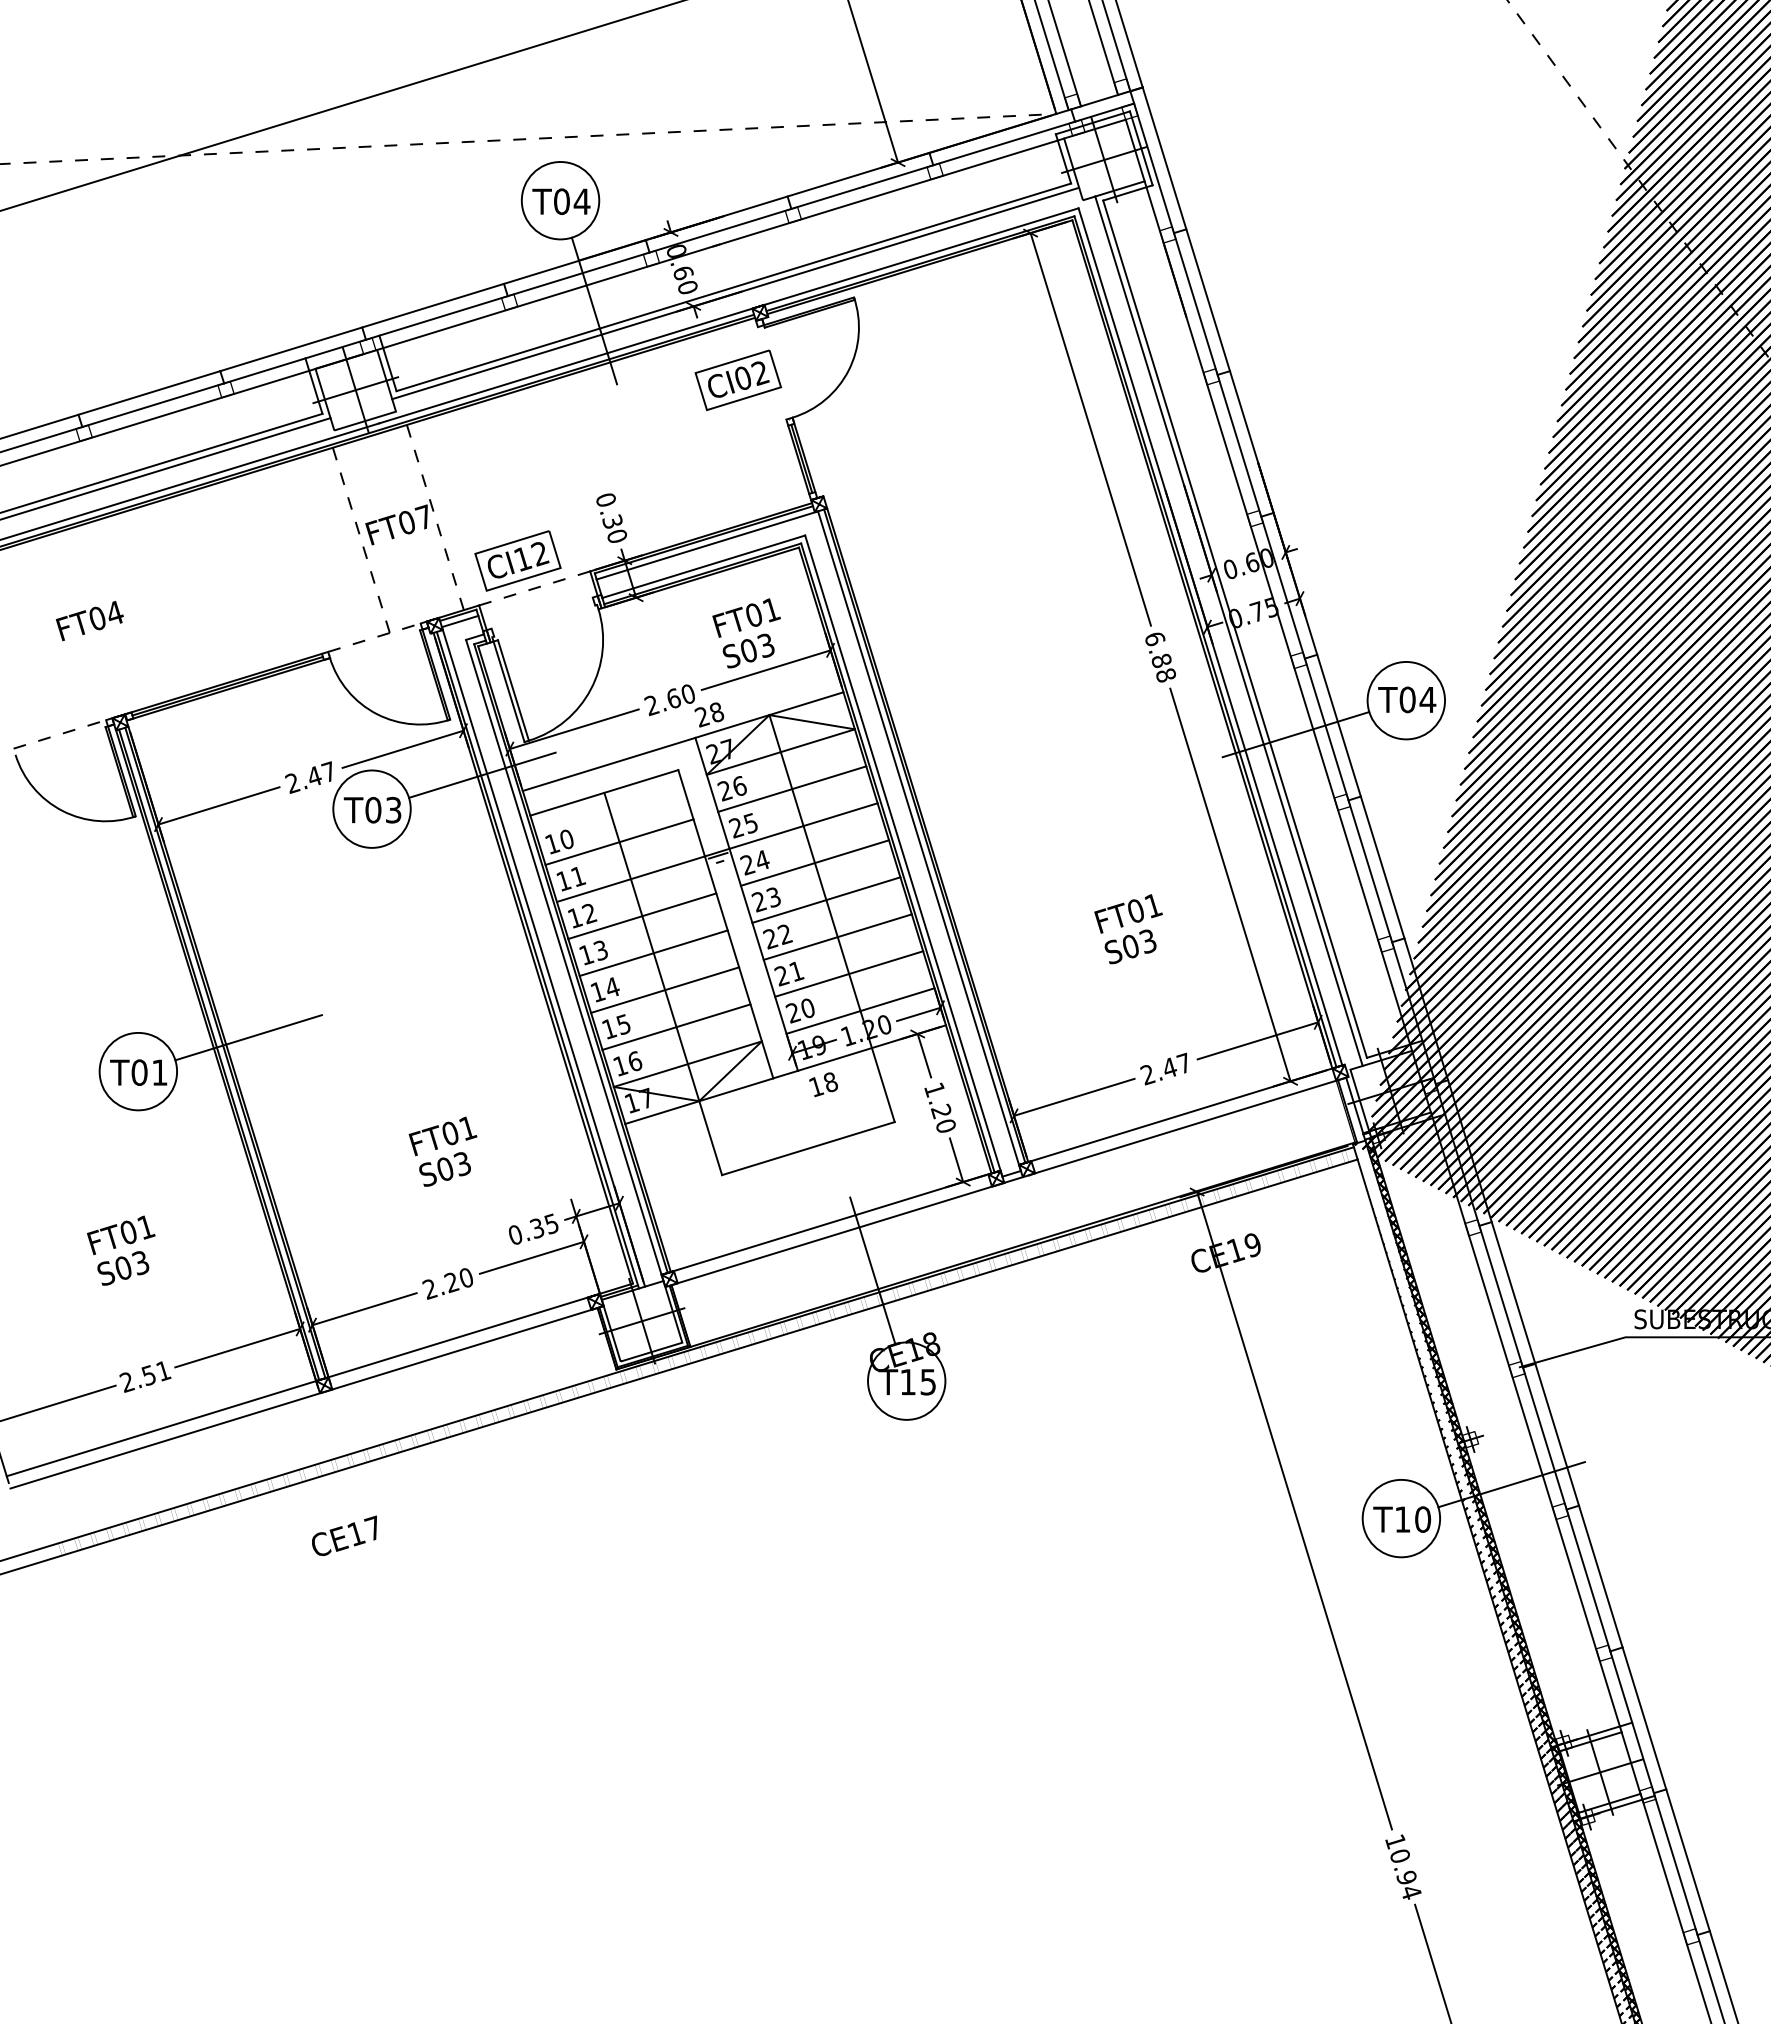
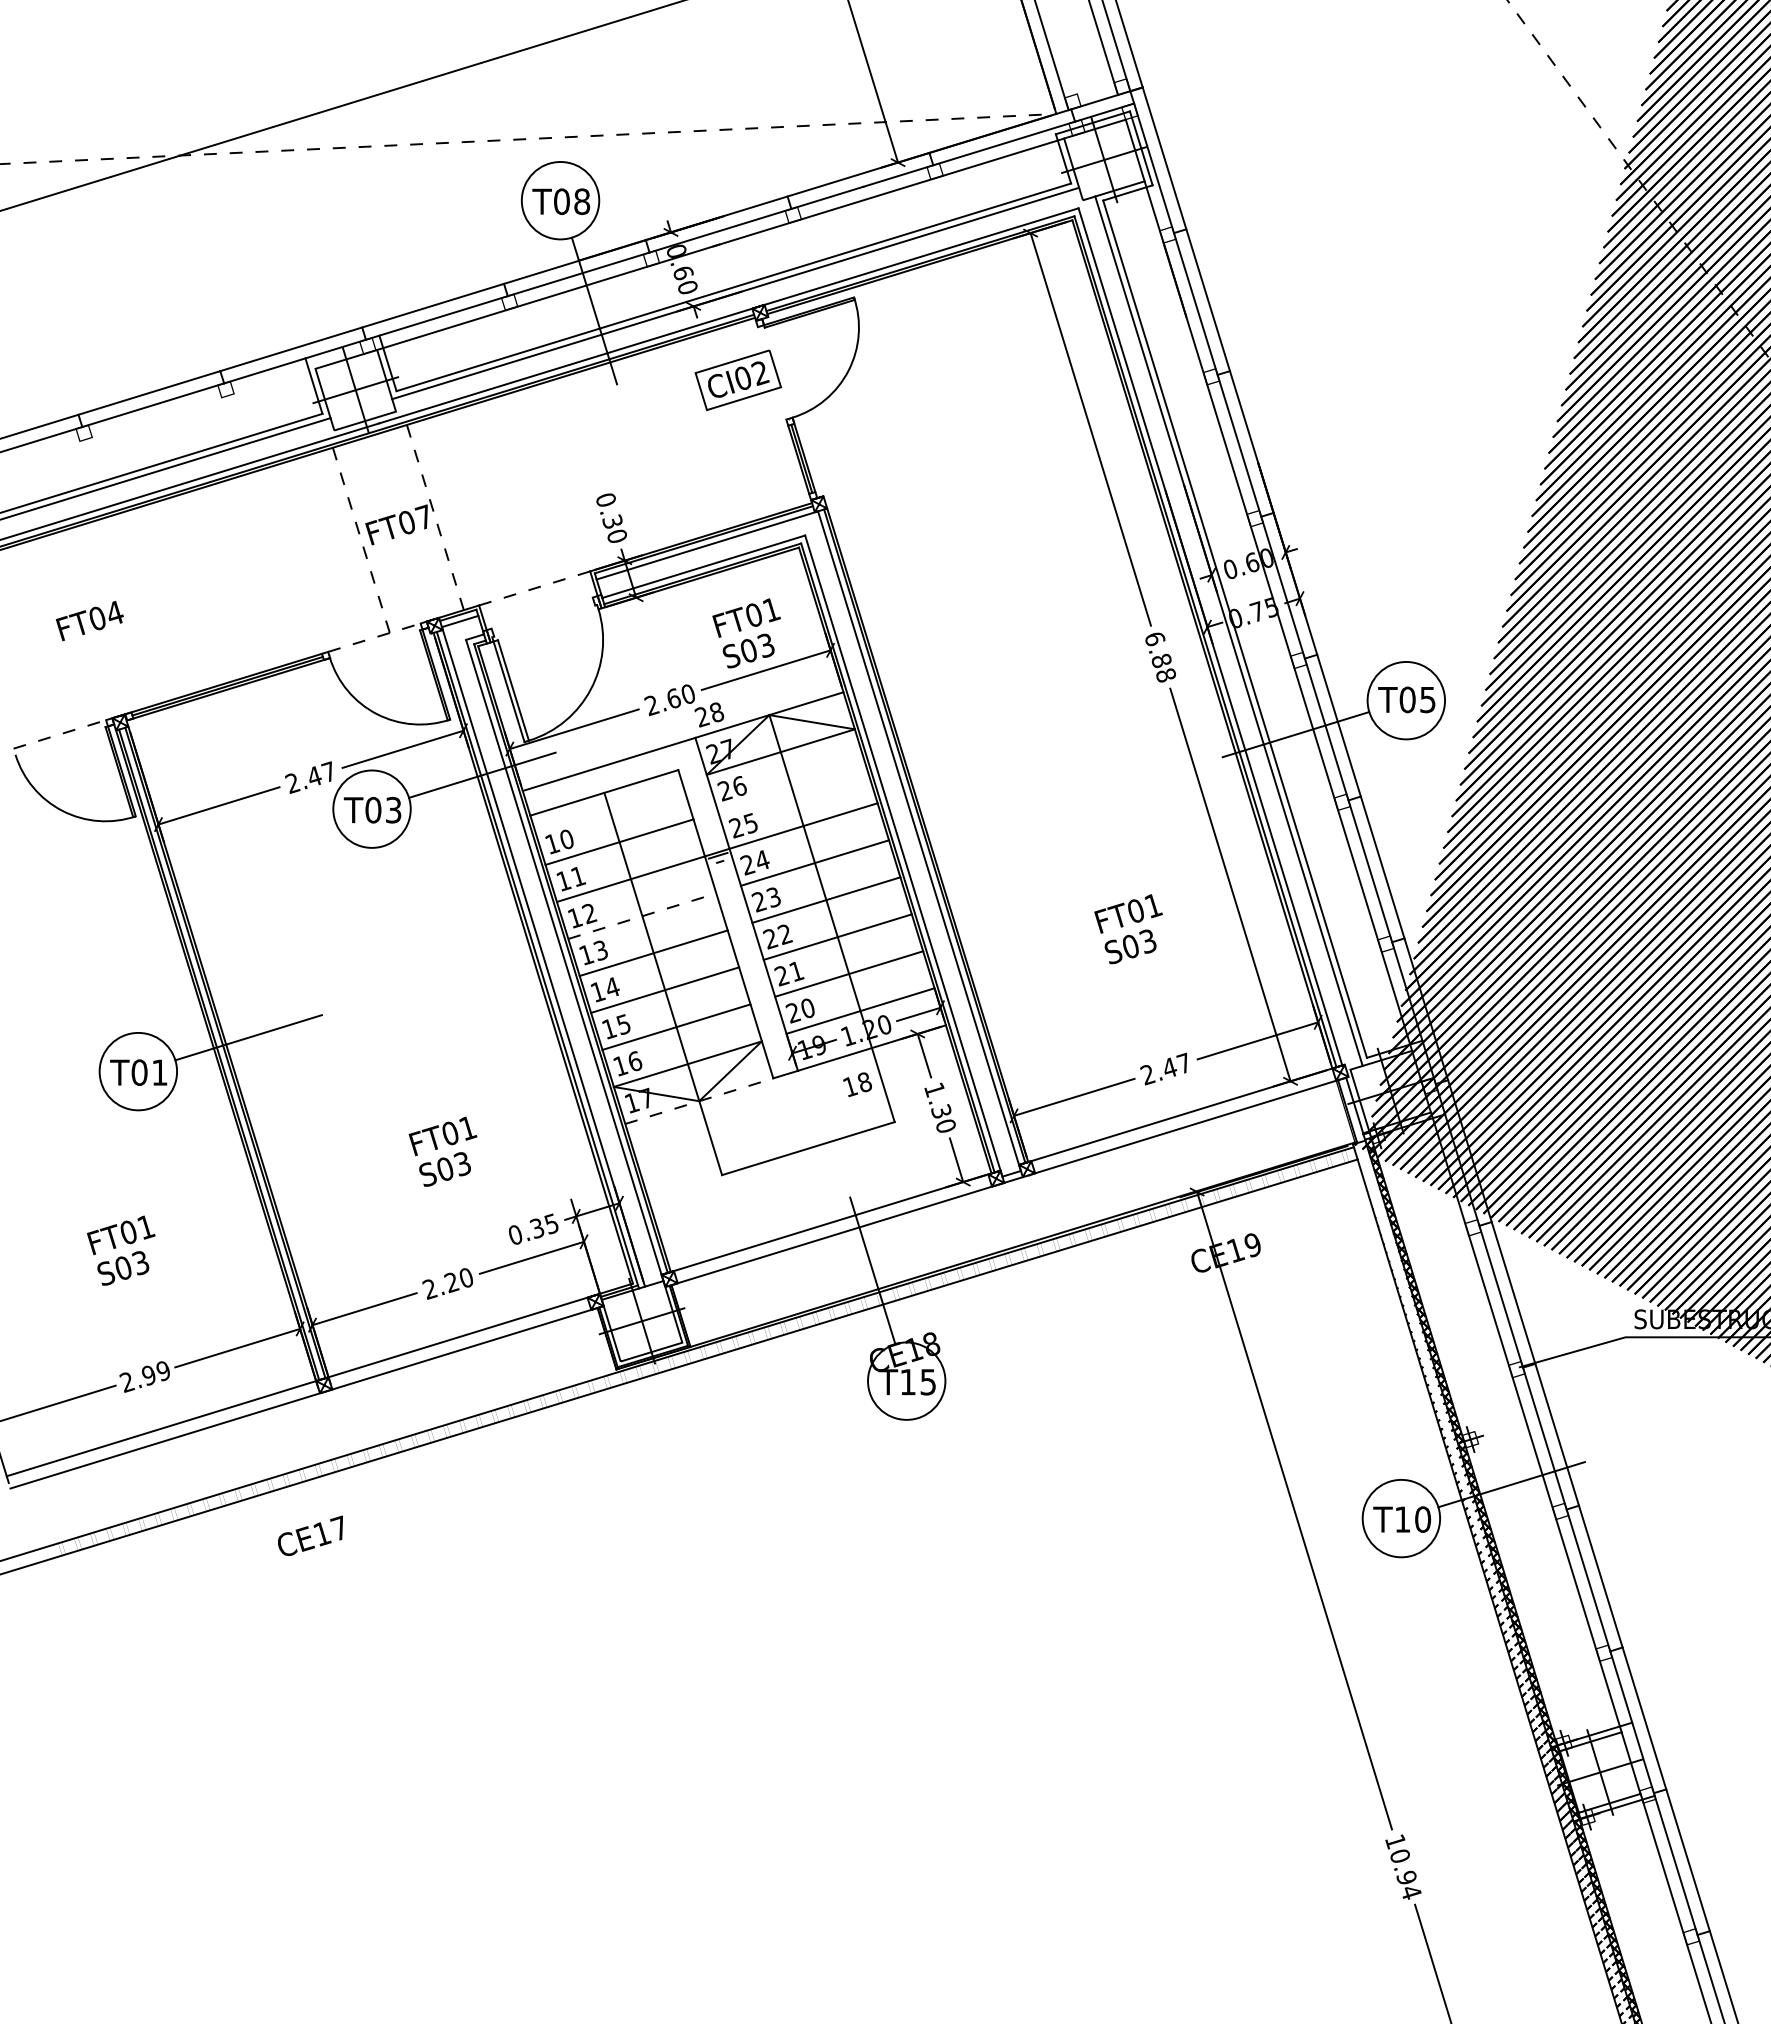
line at (1064, 54): present -> none
text at (581, 201): T04 -> T08
line at (182, 409): present -> none
part at (517, 560): present -> none
text at (1427, 700): T04 -> T05
line at (792, 788): present -> none
line at (642, 916): solid -> dashed
text at (823, 1084) position: (823, 1084) -> (857, 1084)
line at (699, 1101): solid -> dashed
text at (940, 1111): 1.20 -> 1.30
text at (156, 1373): 2.51 -> 2.99
text at (344, 1535) position: (344, 1535) -> (310, 1535)
